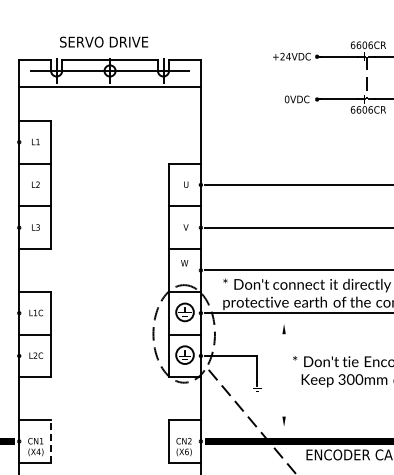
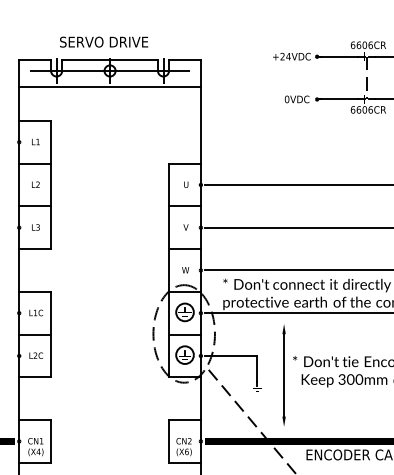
text at (184, 263) position: (184, 263) -> (185, 270)
line at (284, 375): none -> present
line at (51, 440): dashed -> solid
